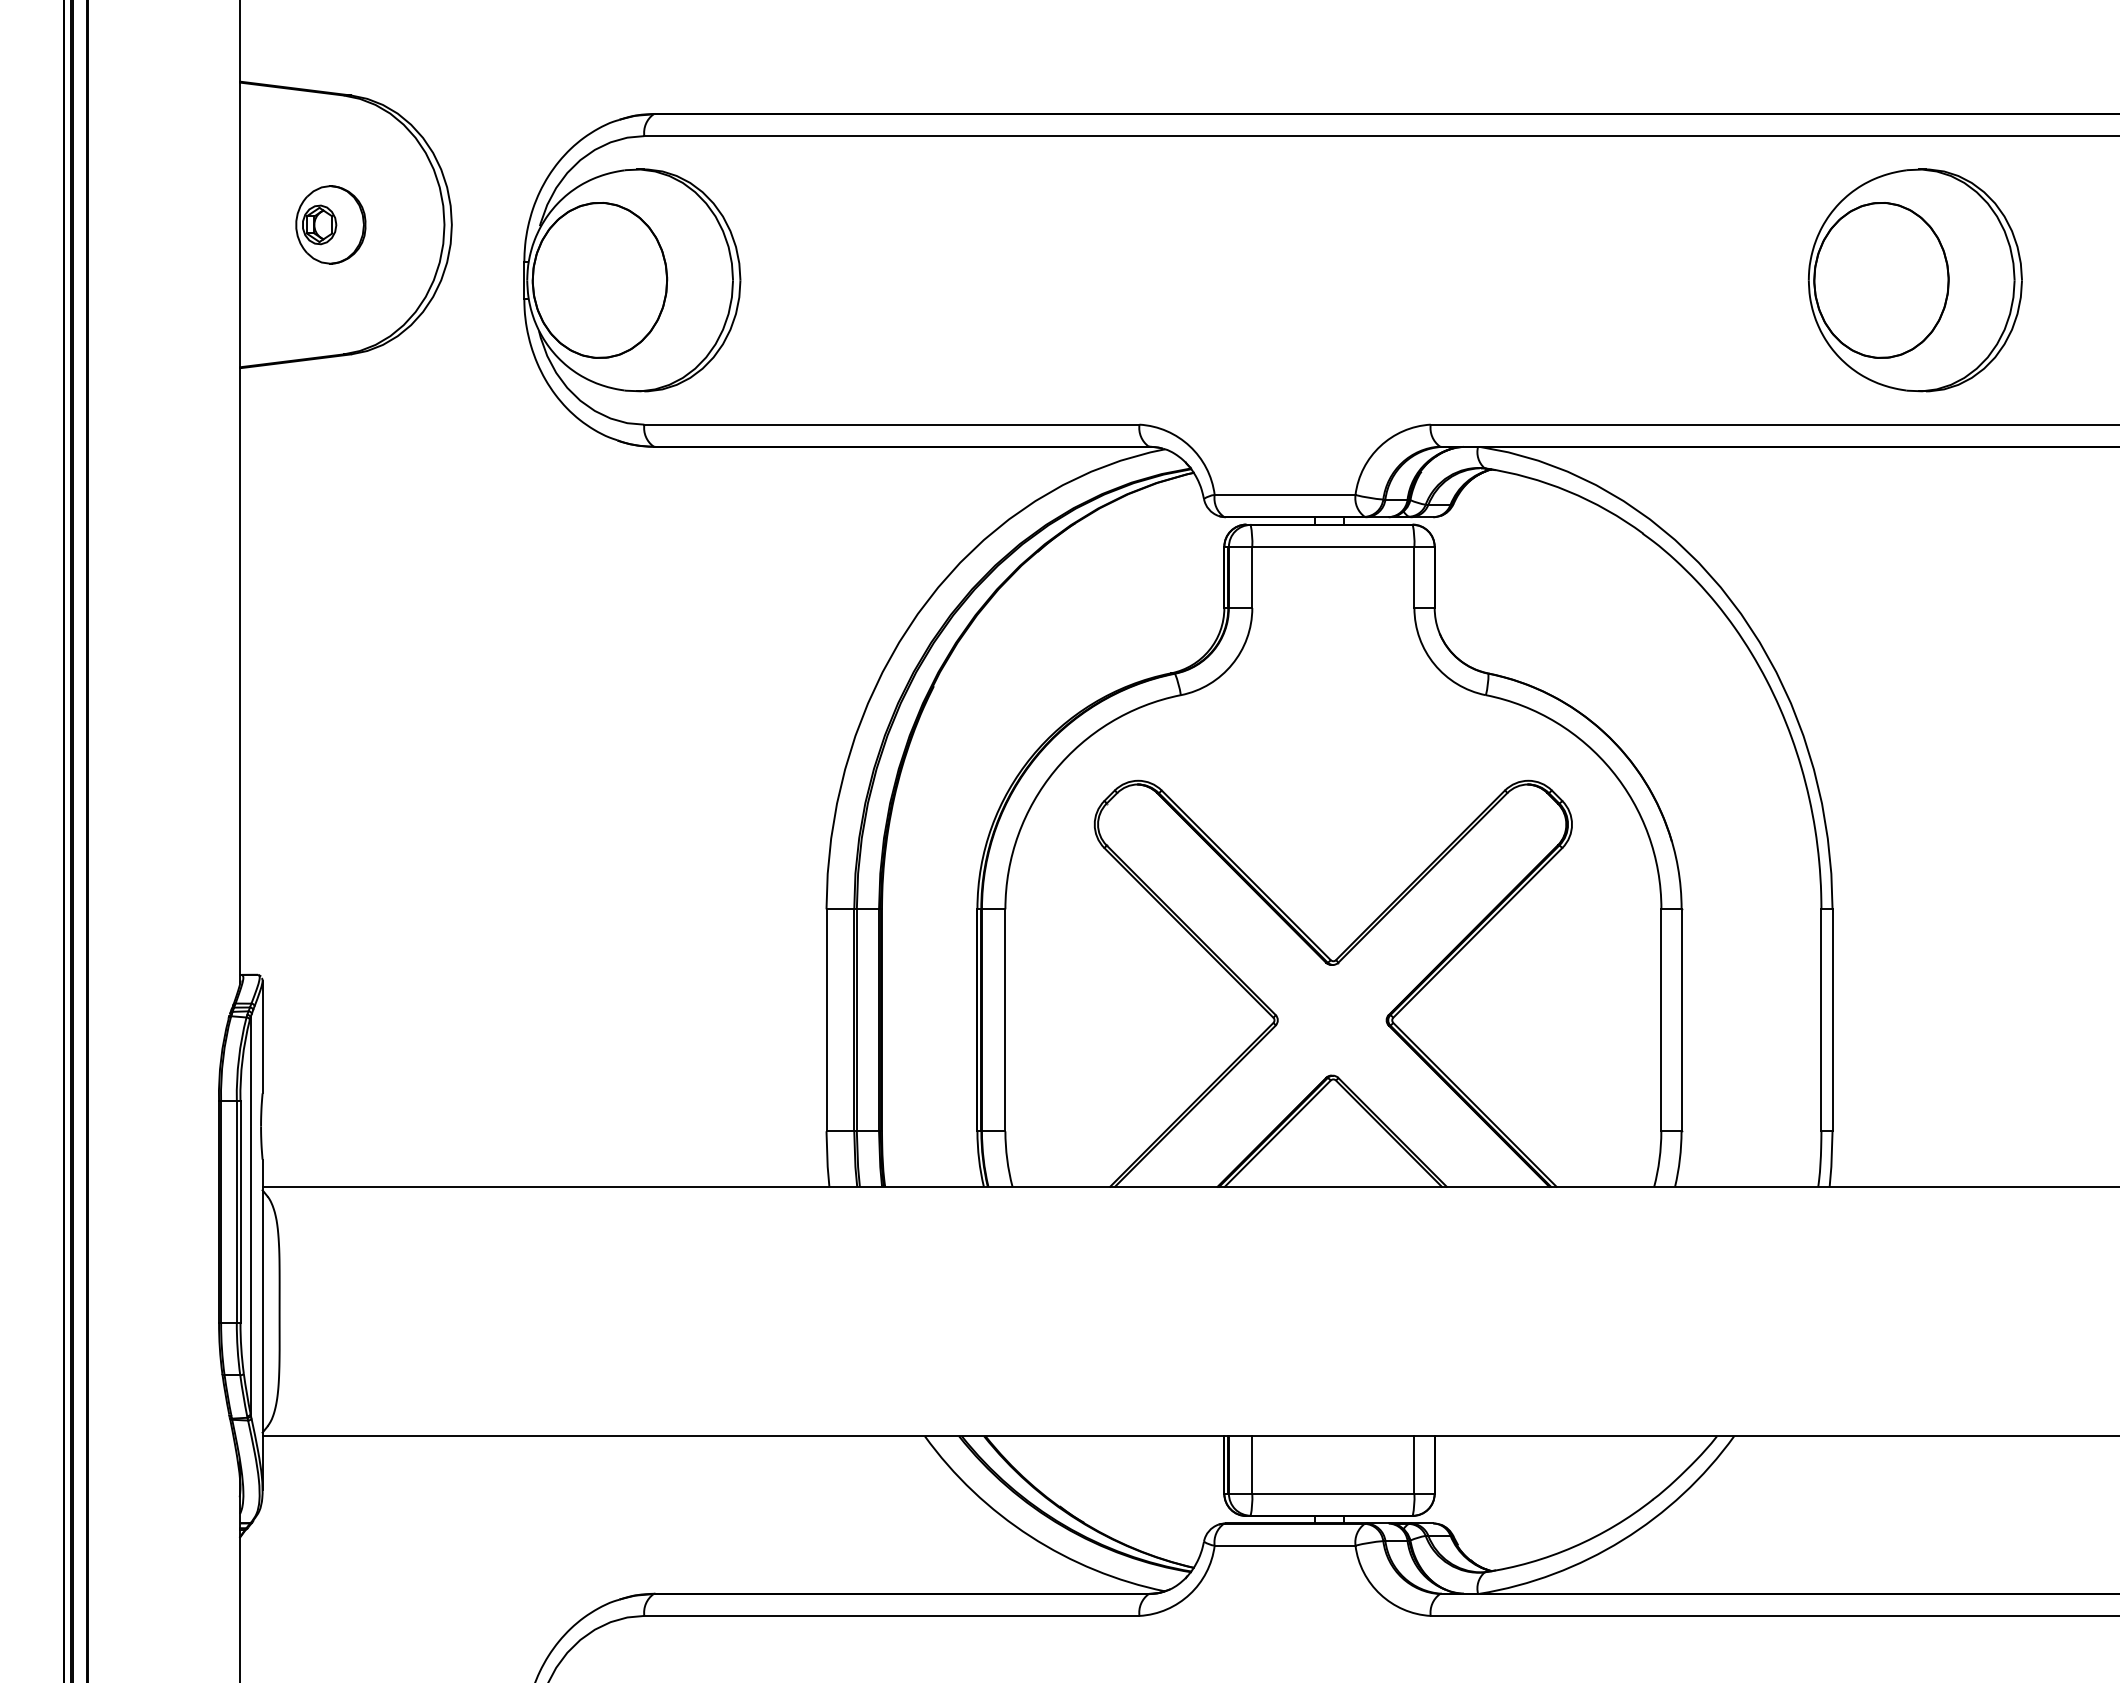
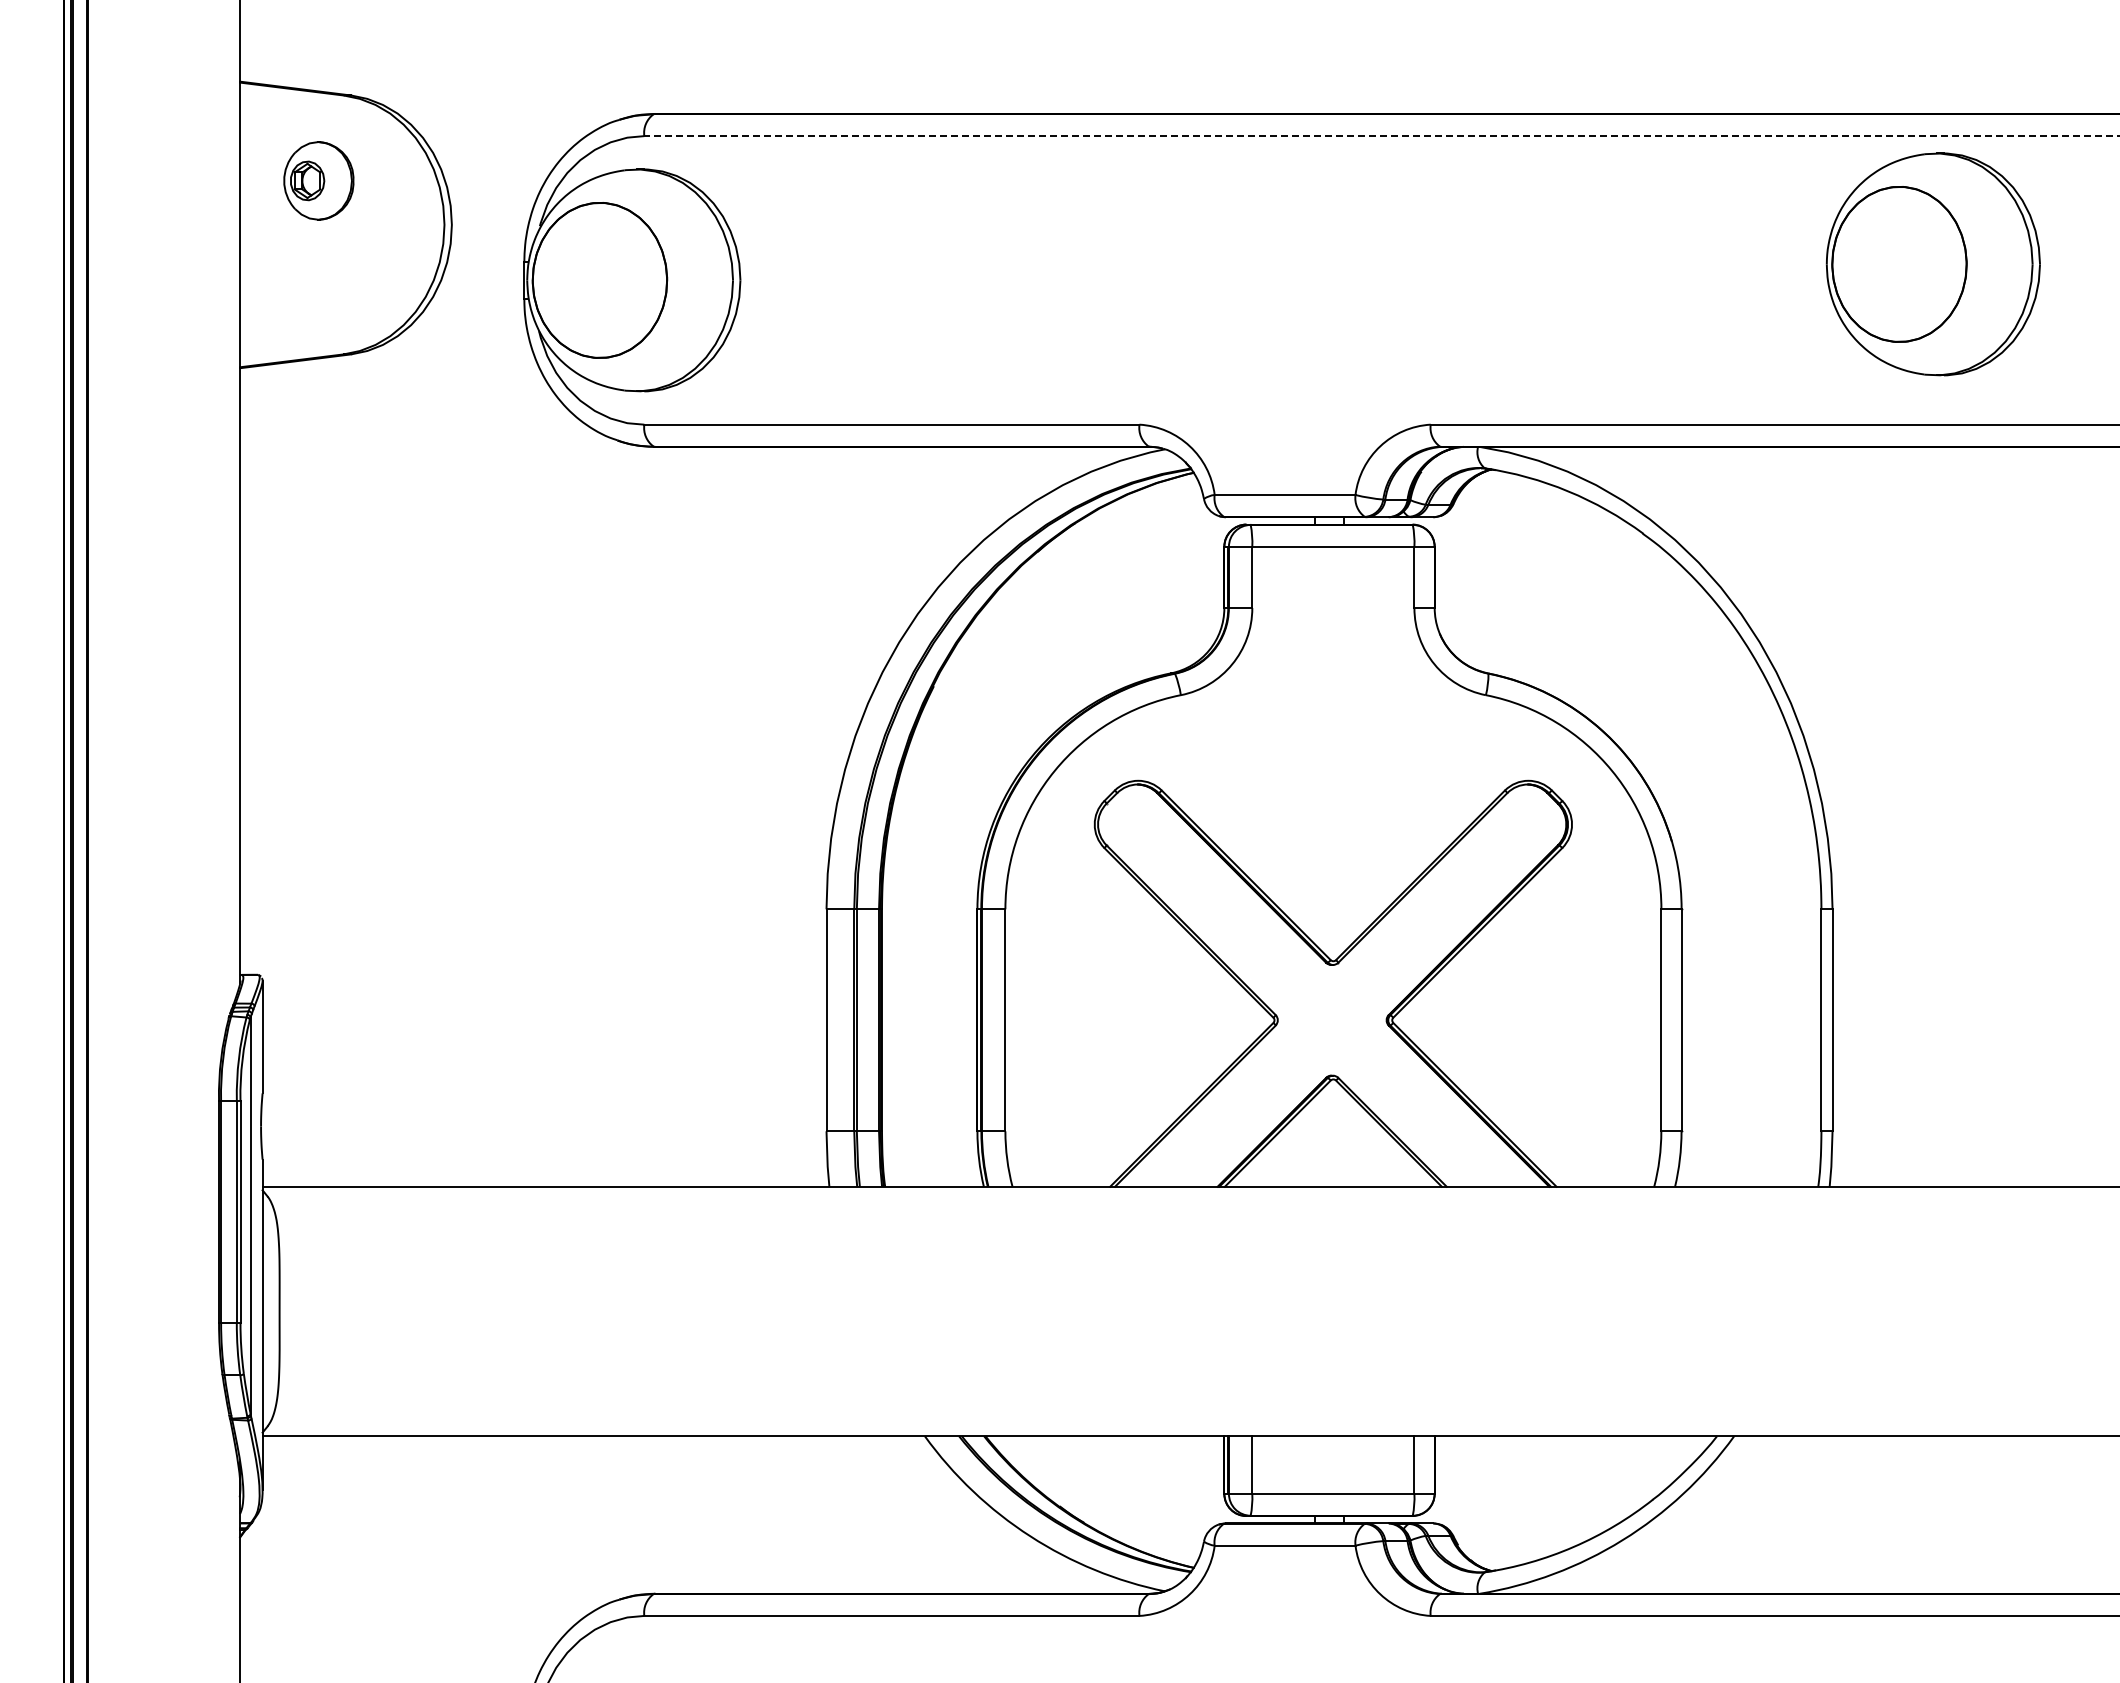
line at (1381, 136): solid -> dashed
part at (330, 224) position: (330, 224) -> (318, 180)
part at (1914, 280) position: (1914, 280) -> (1932, 264)
